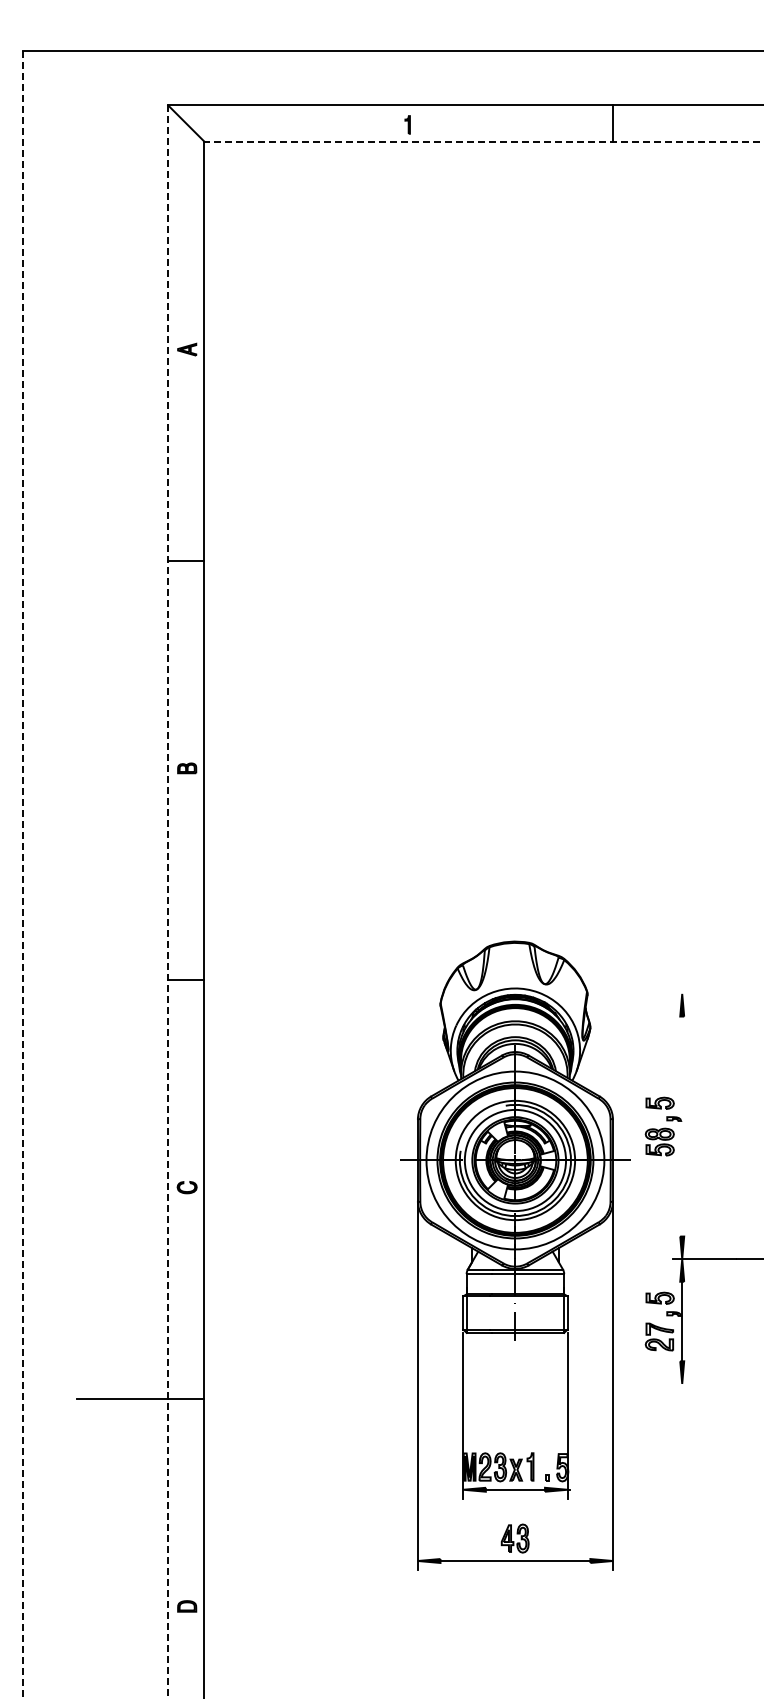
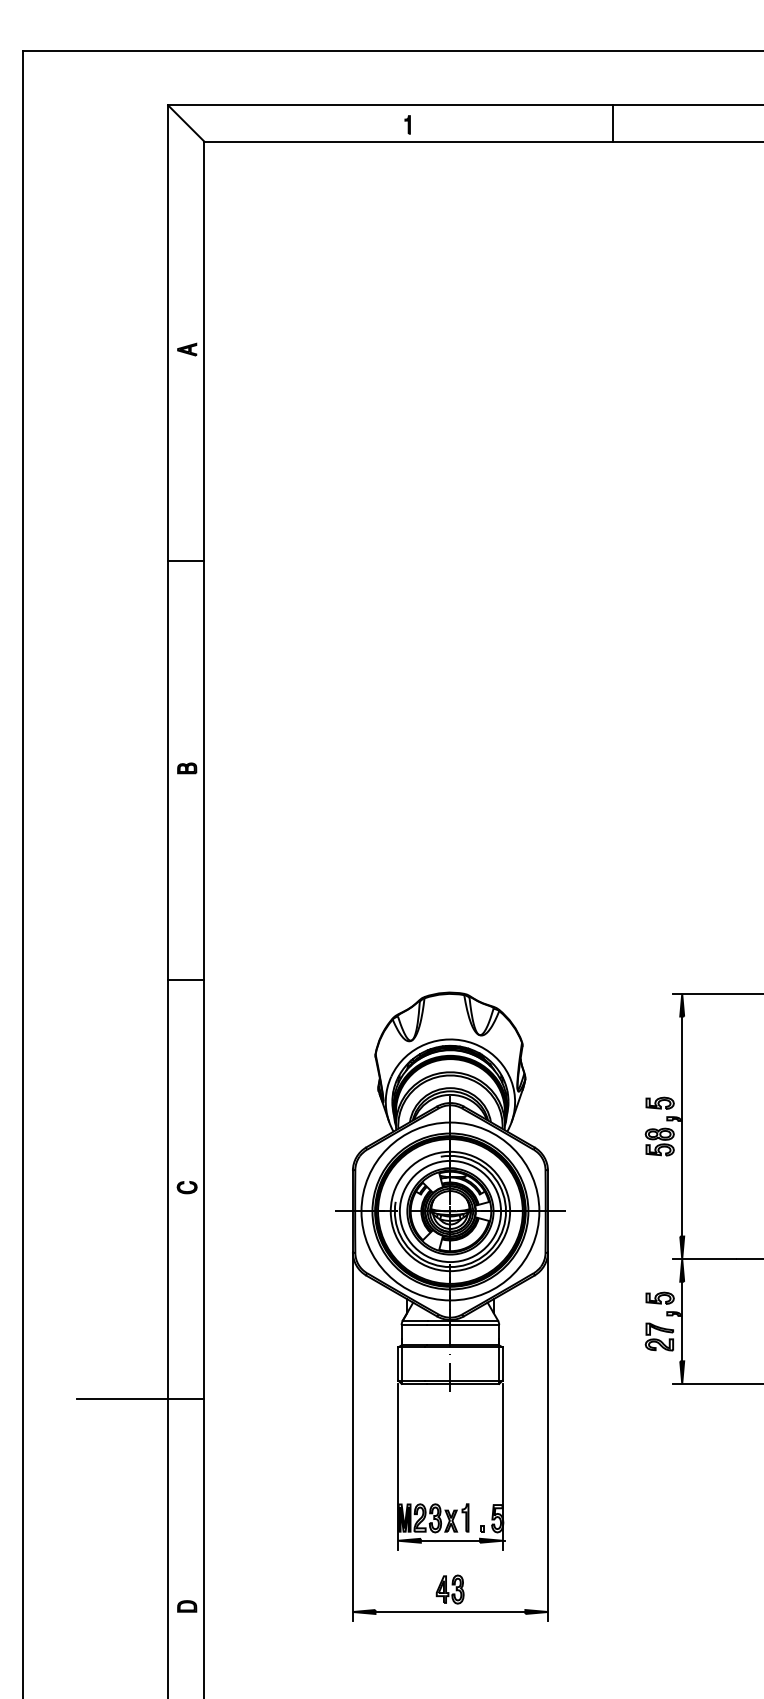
line at (483, 141): dashed -> solid
line at (22, 874): dashed -> solid
line at (168, 902): dashed -> solid
line at (716, 993): none -> present
line at (682, 1126): none -> present
part at (515, 1255) position: (515, 1255) -> (450, 1306)
line at (716, 1383): none -> present
